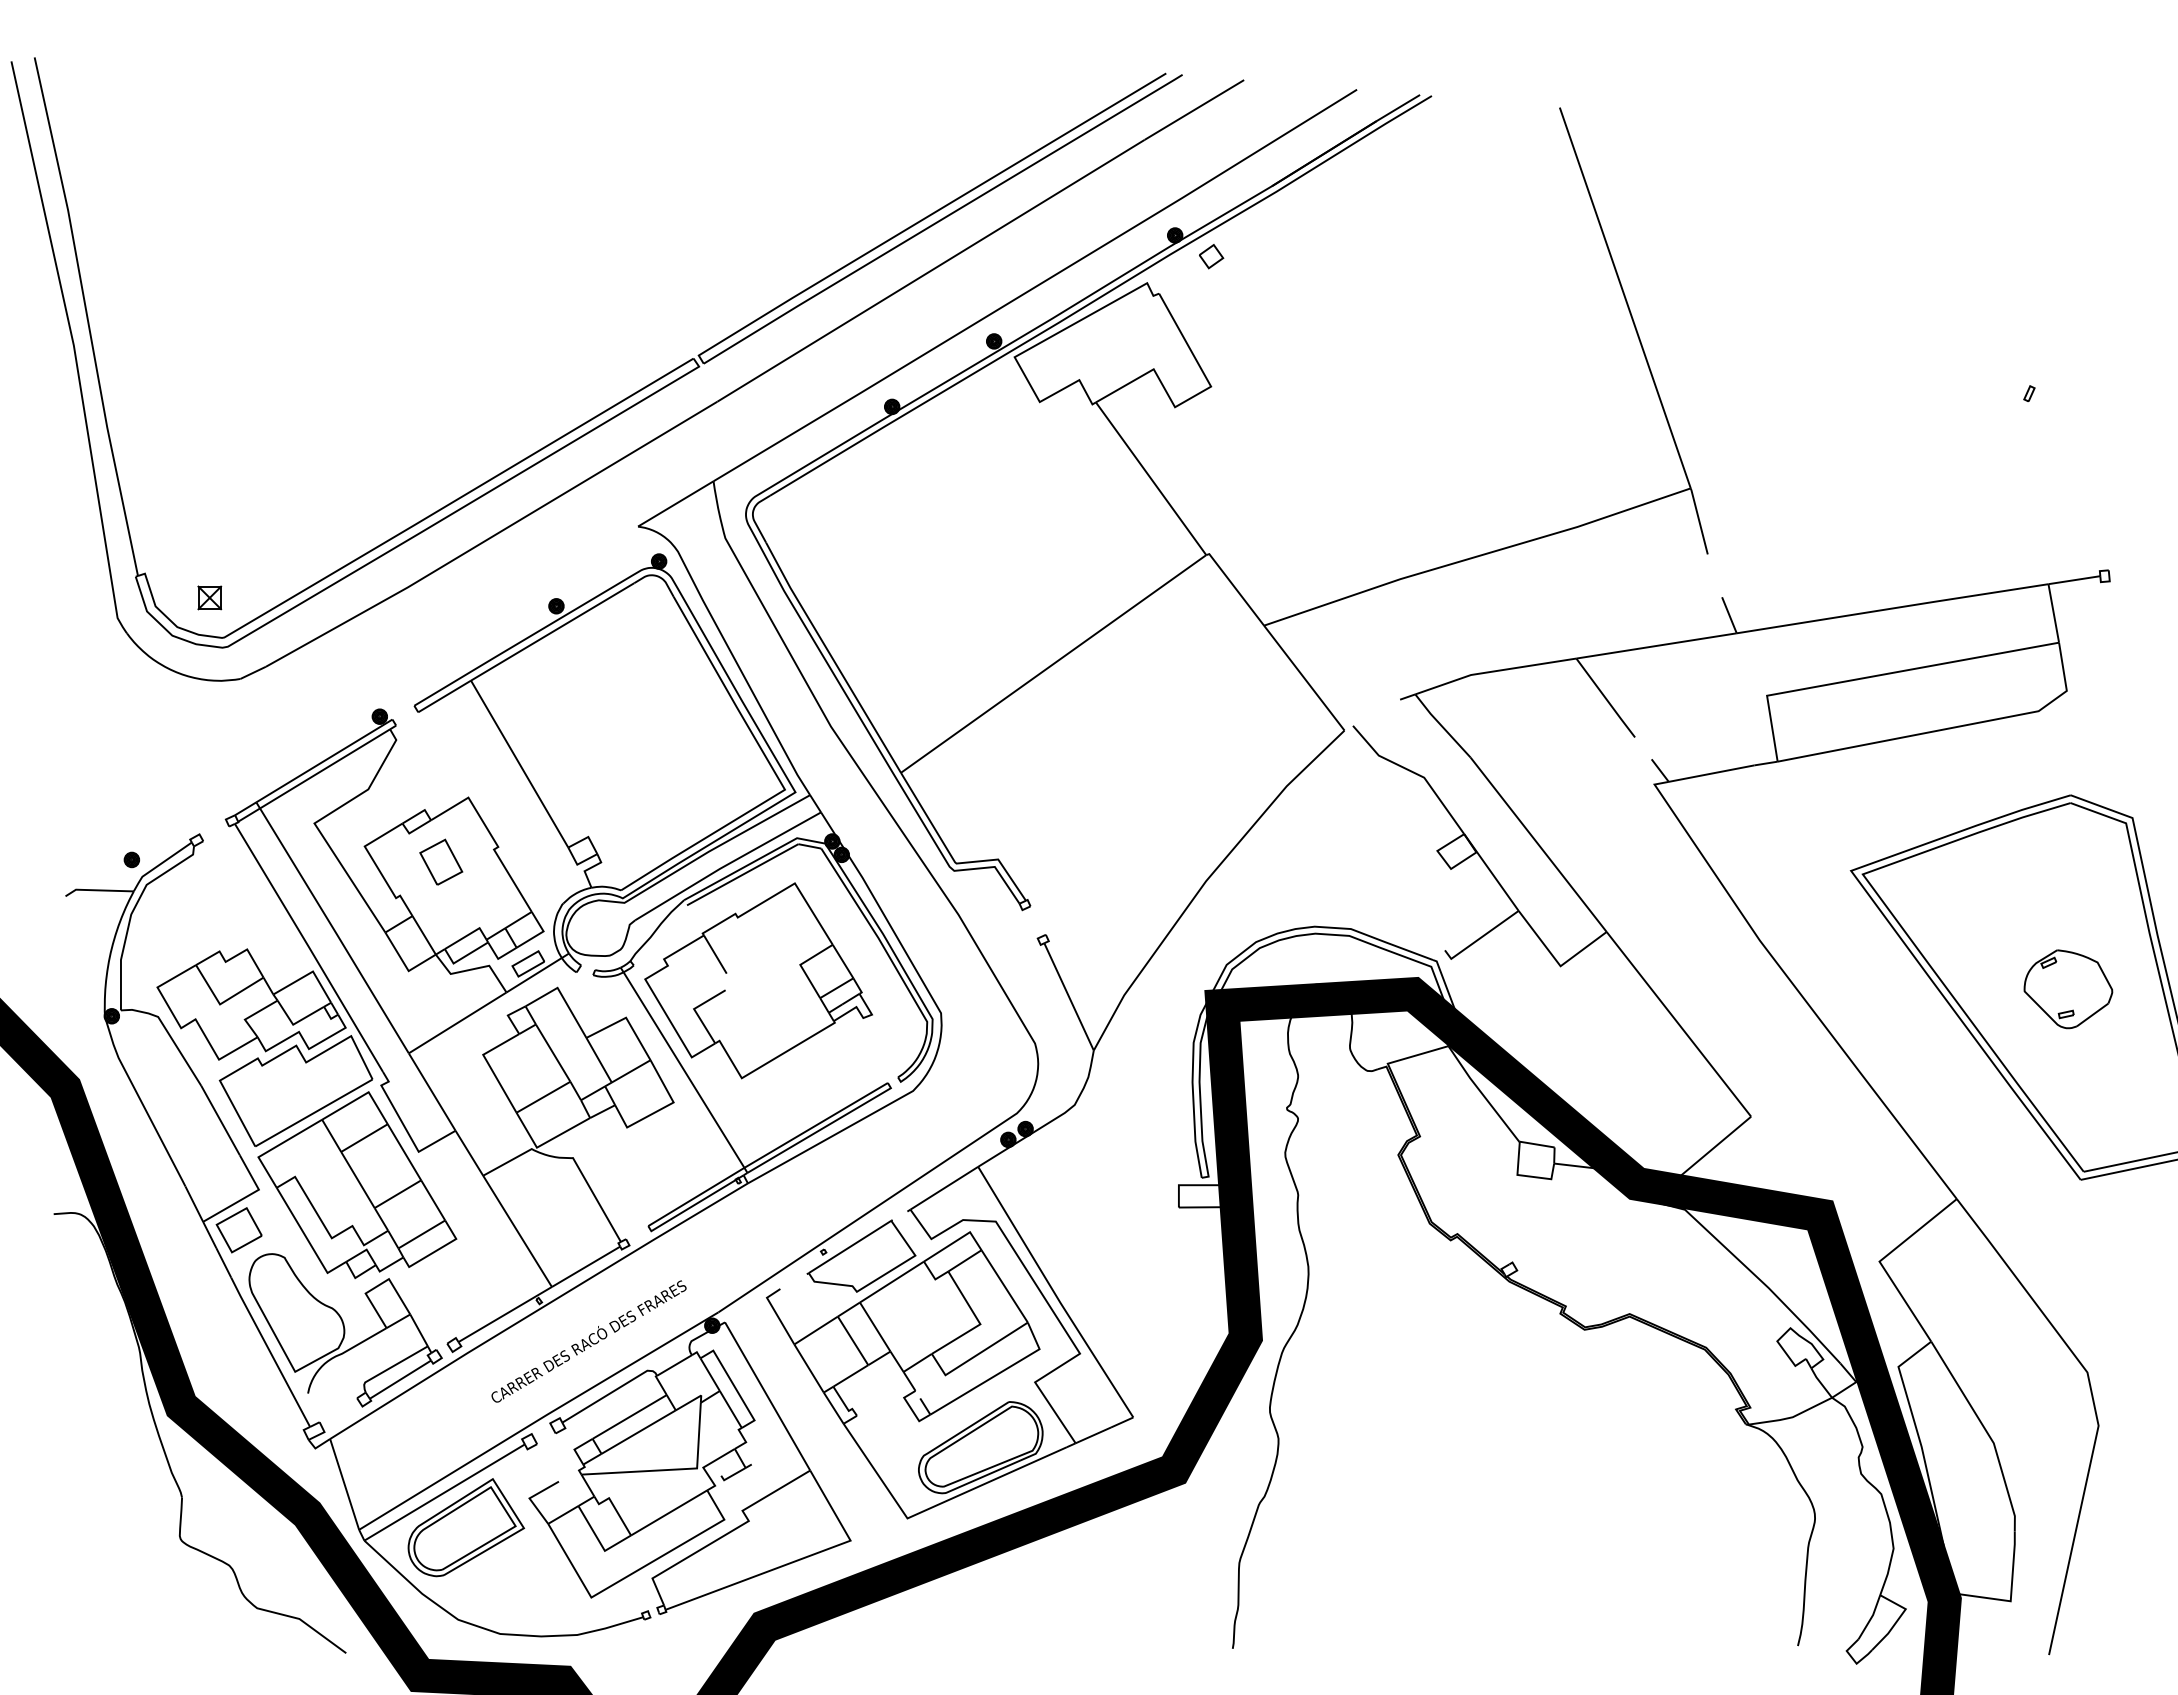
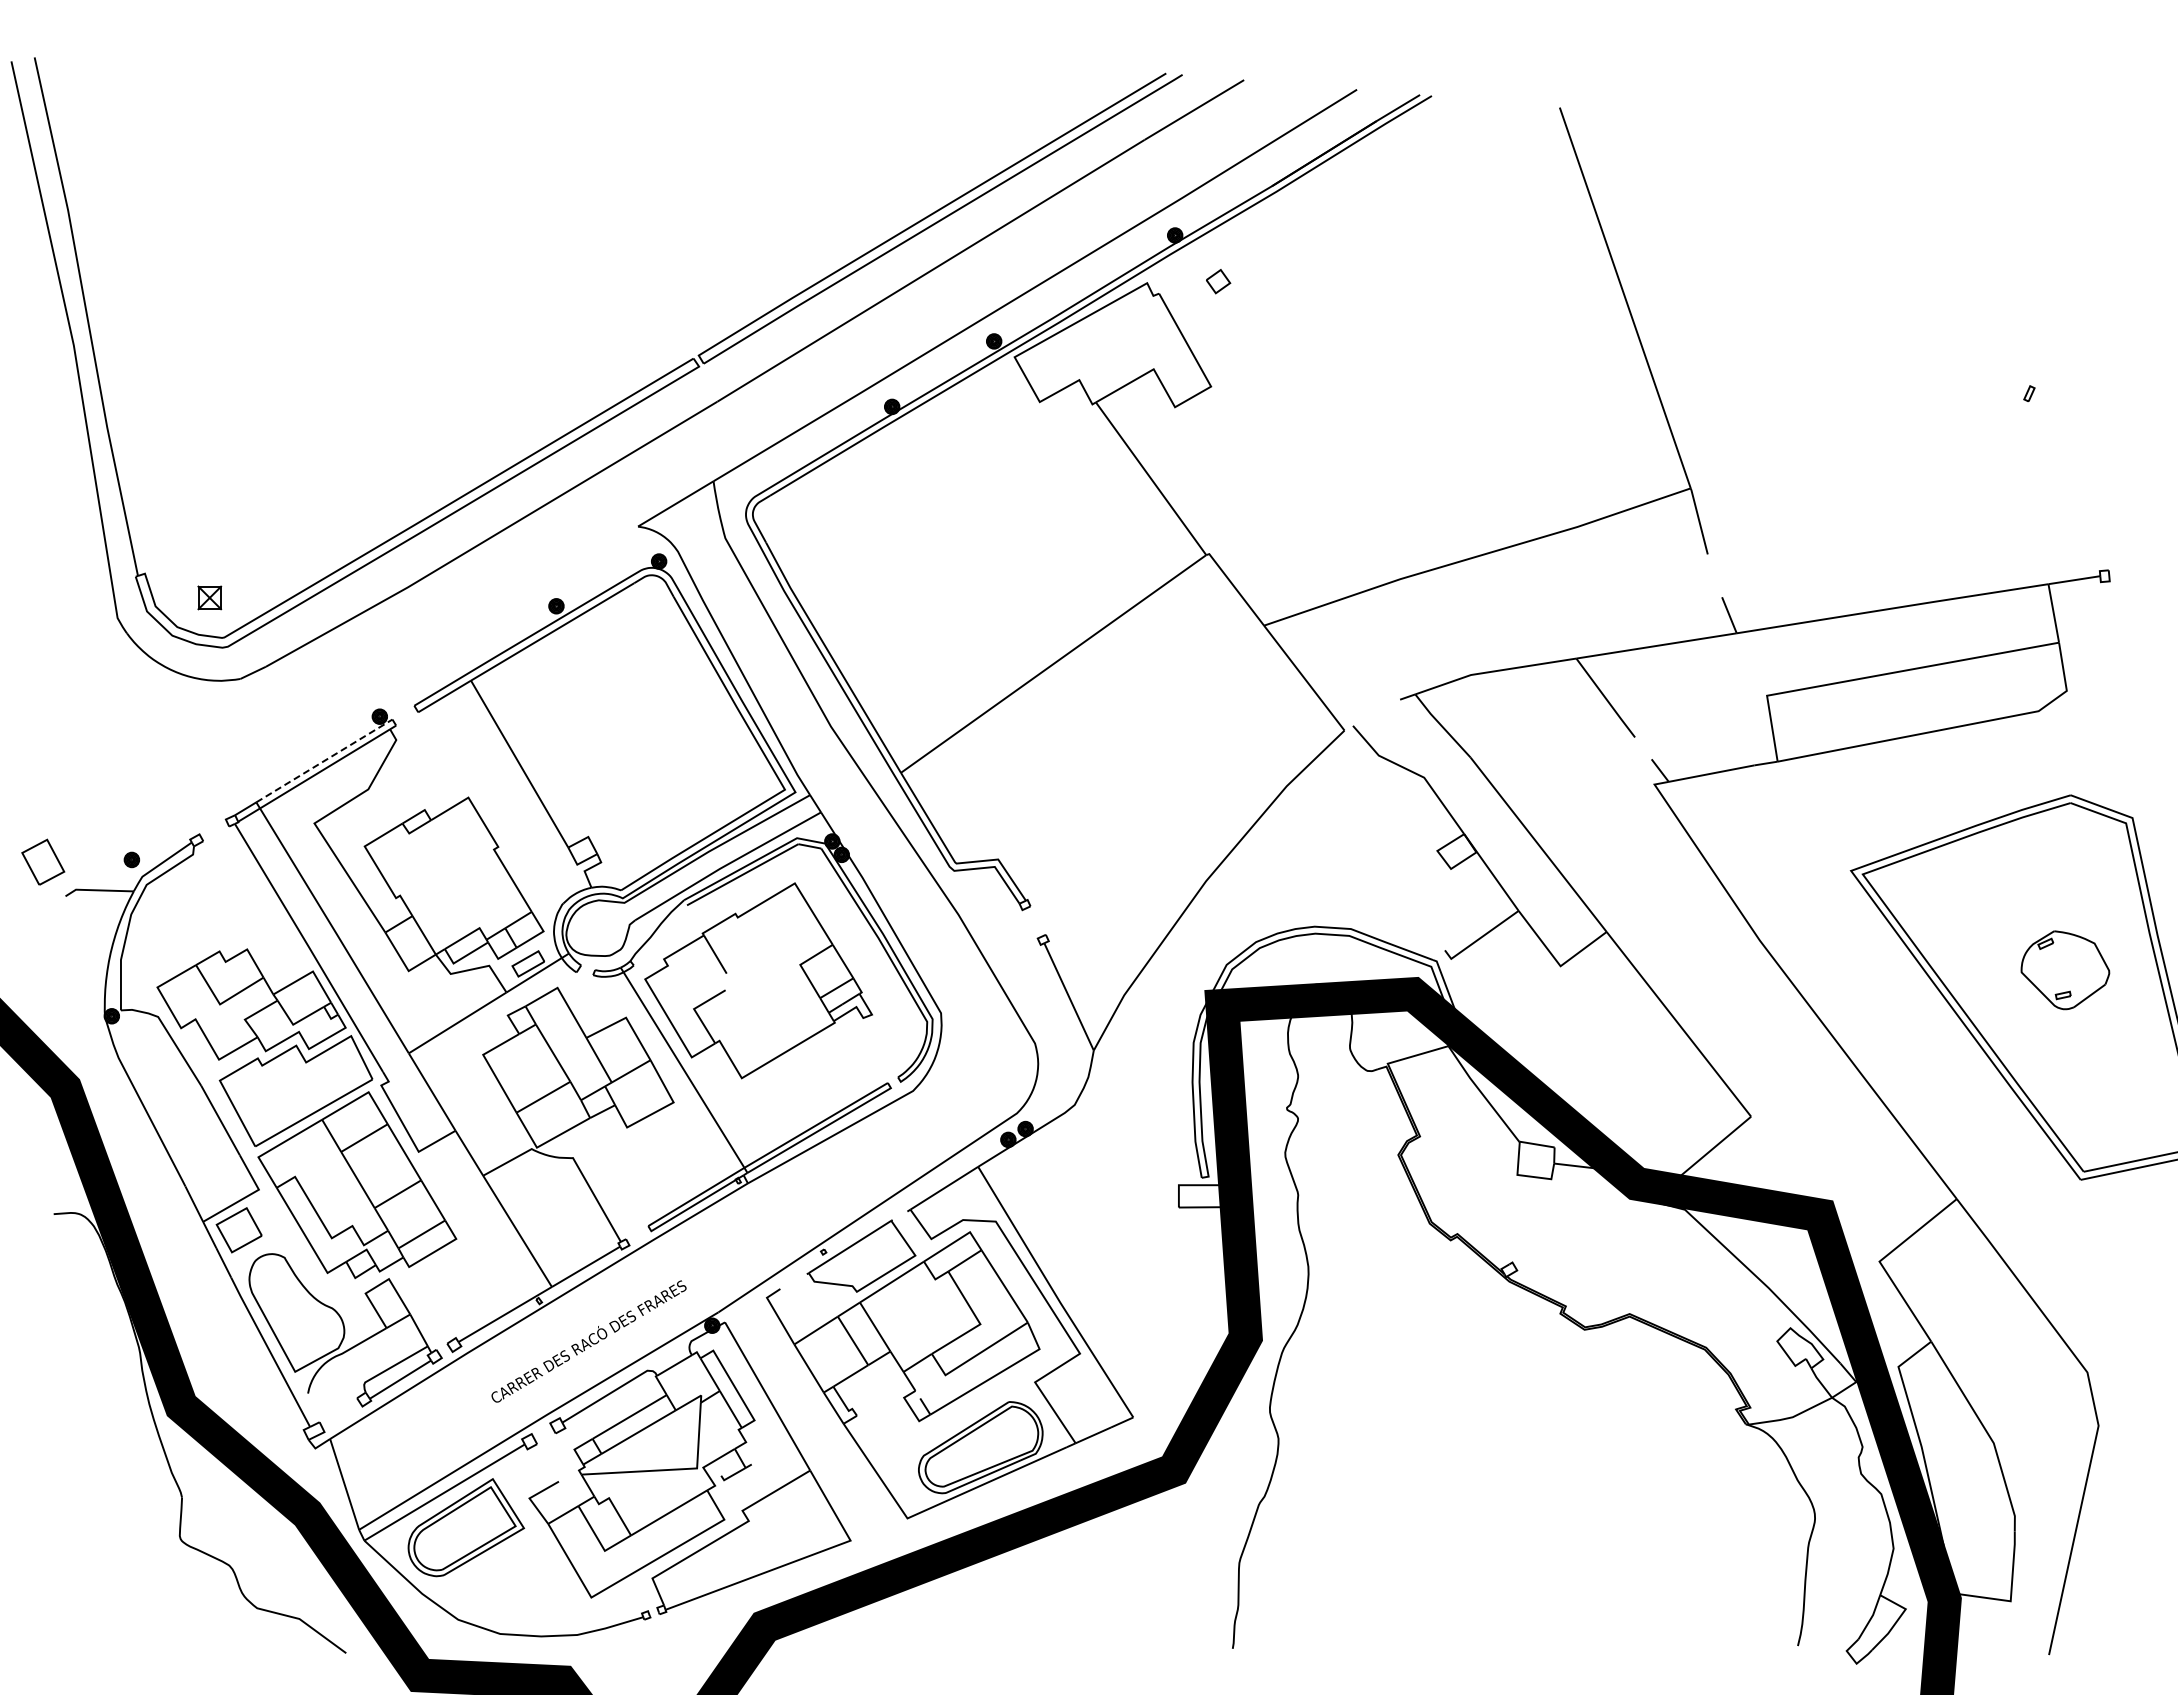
part at (1211, 256) position: (1211, 256) -> (1218, 281)
line at (324, 760): solid -> dashed
part at (441, 861) position: (441, 861) -> (43, 861)
part at (2068, 989) position: (2068, 989) -> (2065, 970)
